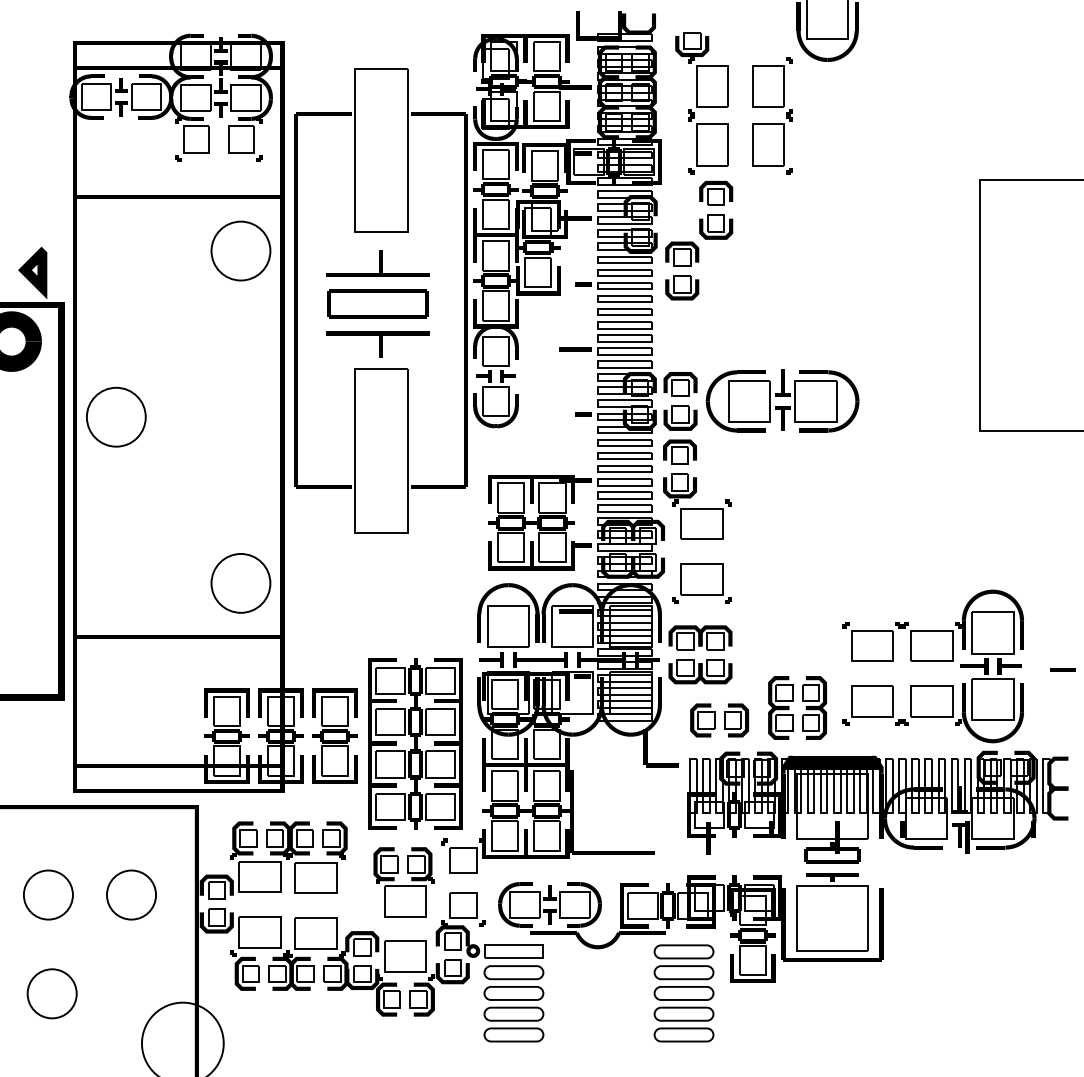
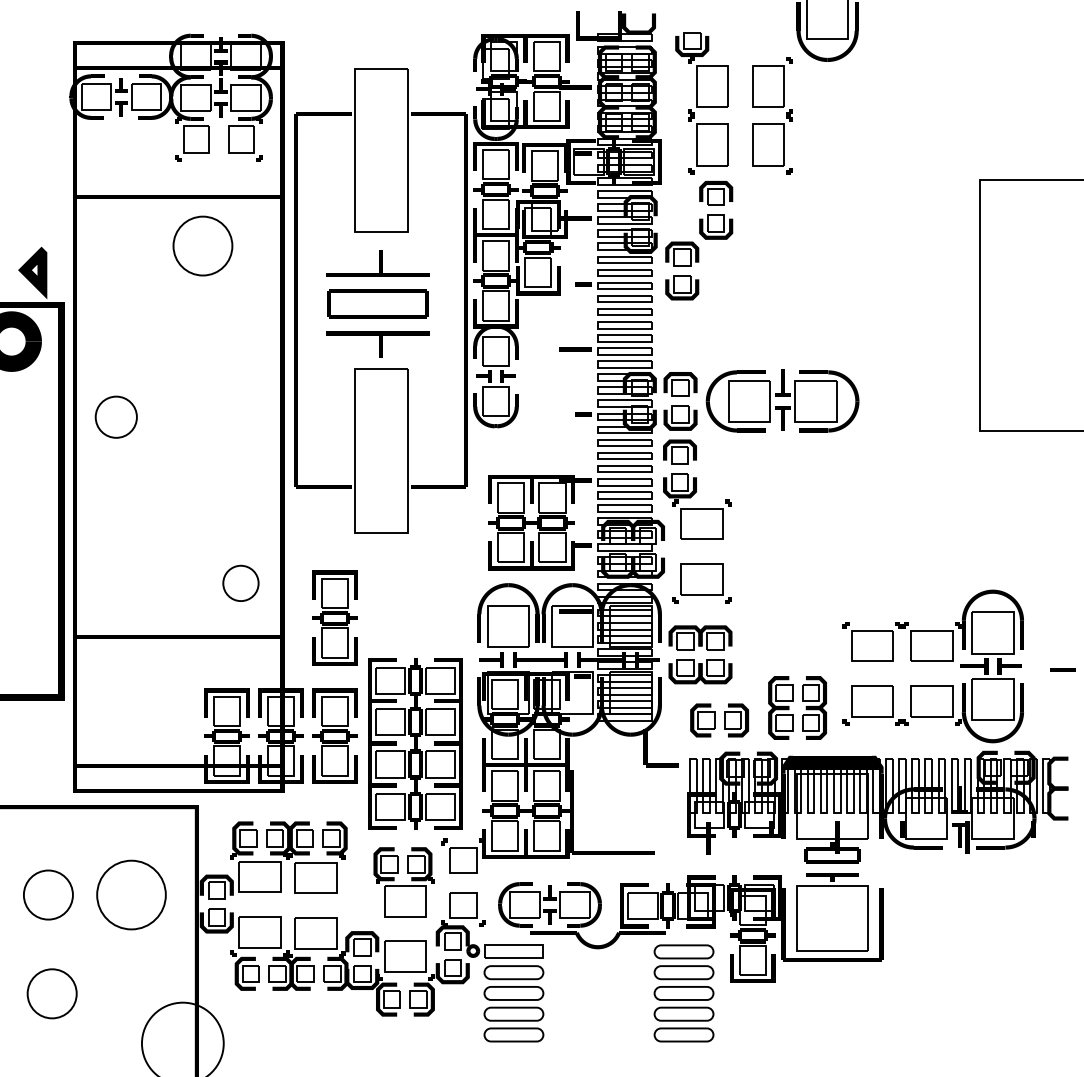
circle at (240, 250) position: (240, 250) -> (202, 245)
circle at (115, 416) diameter: 59 px -> 41 px
circle at (240, 583) size: 62x61 px -> 38x38 px
part at (334, 617): none -> present
circle at (131, 894) diameter: 49 px -> 69 px
